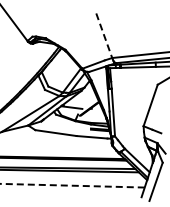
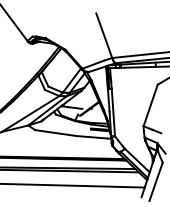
line at (104, 35): dashed -> solid
line at (72, 185): dashed -> solid
